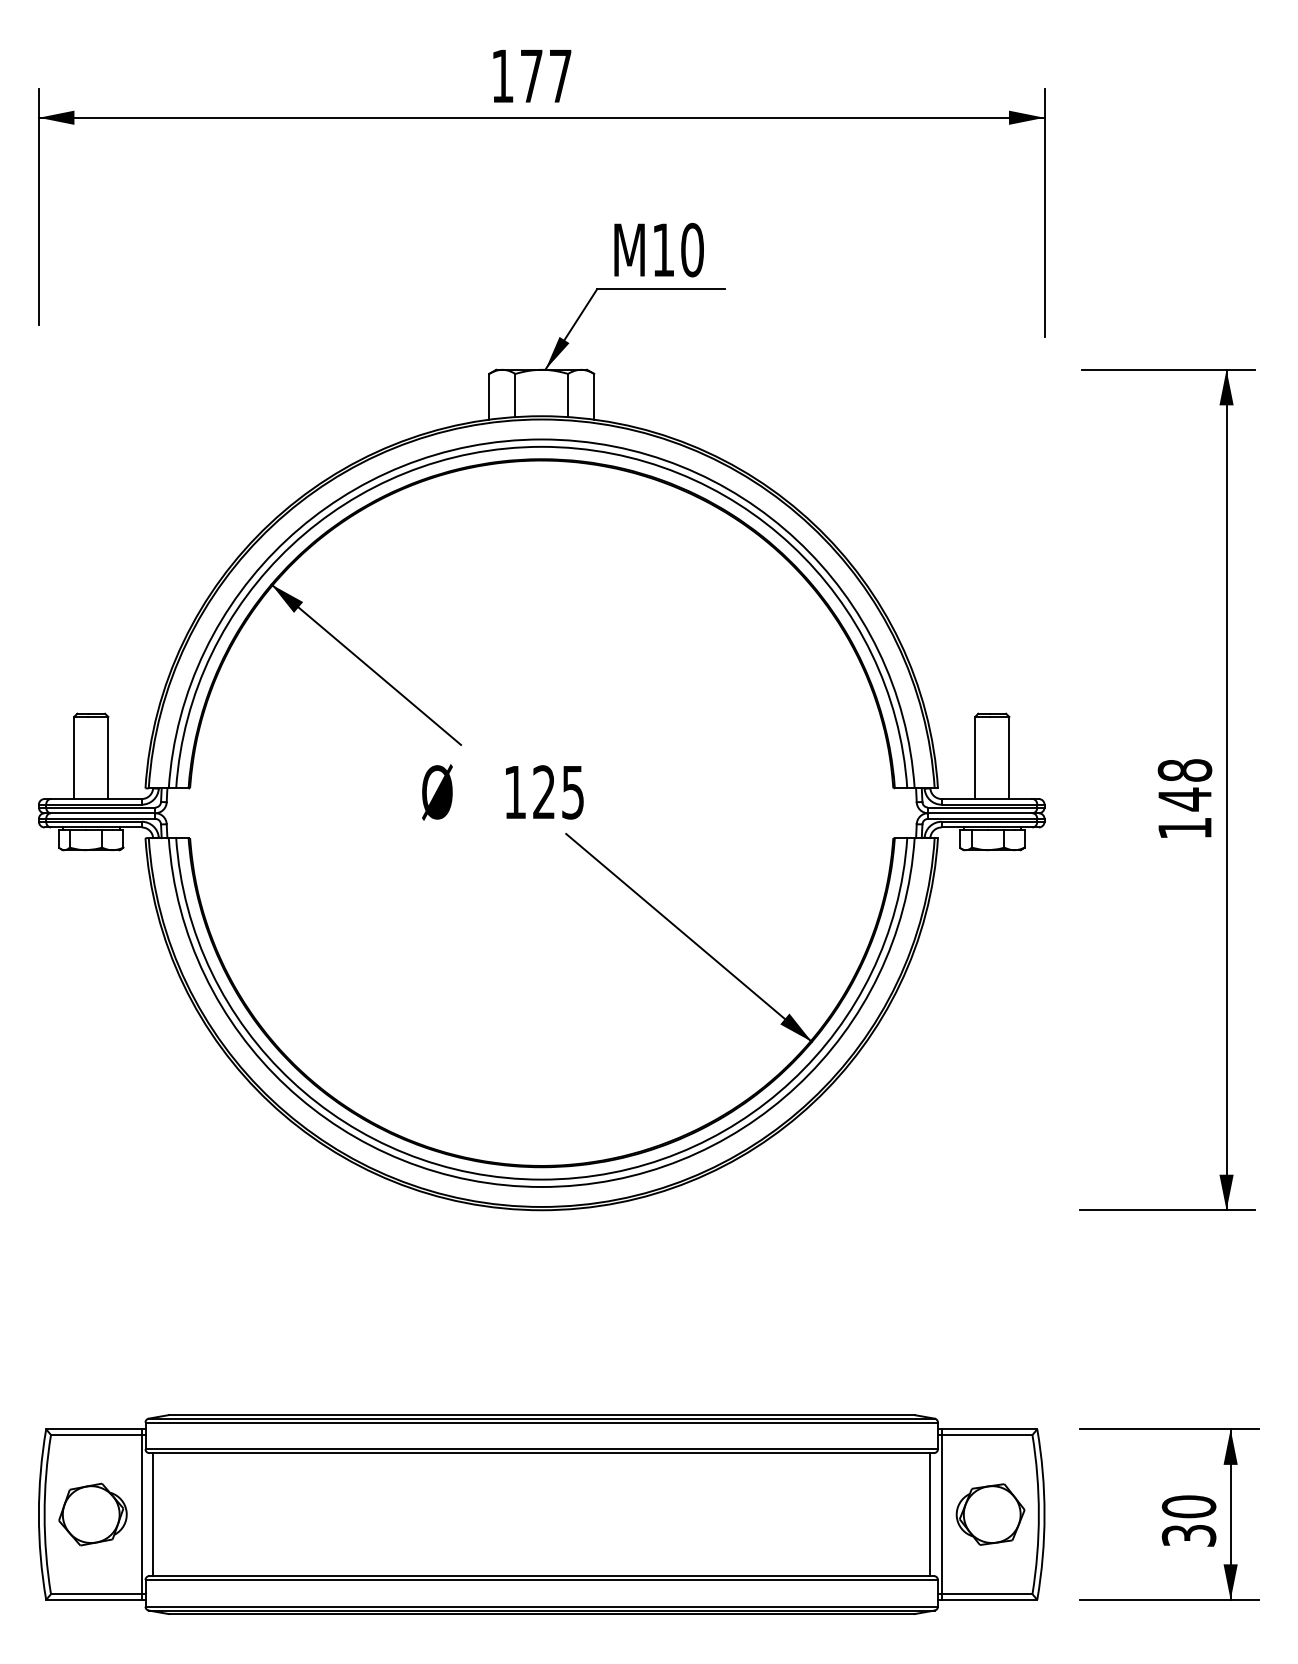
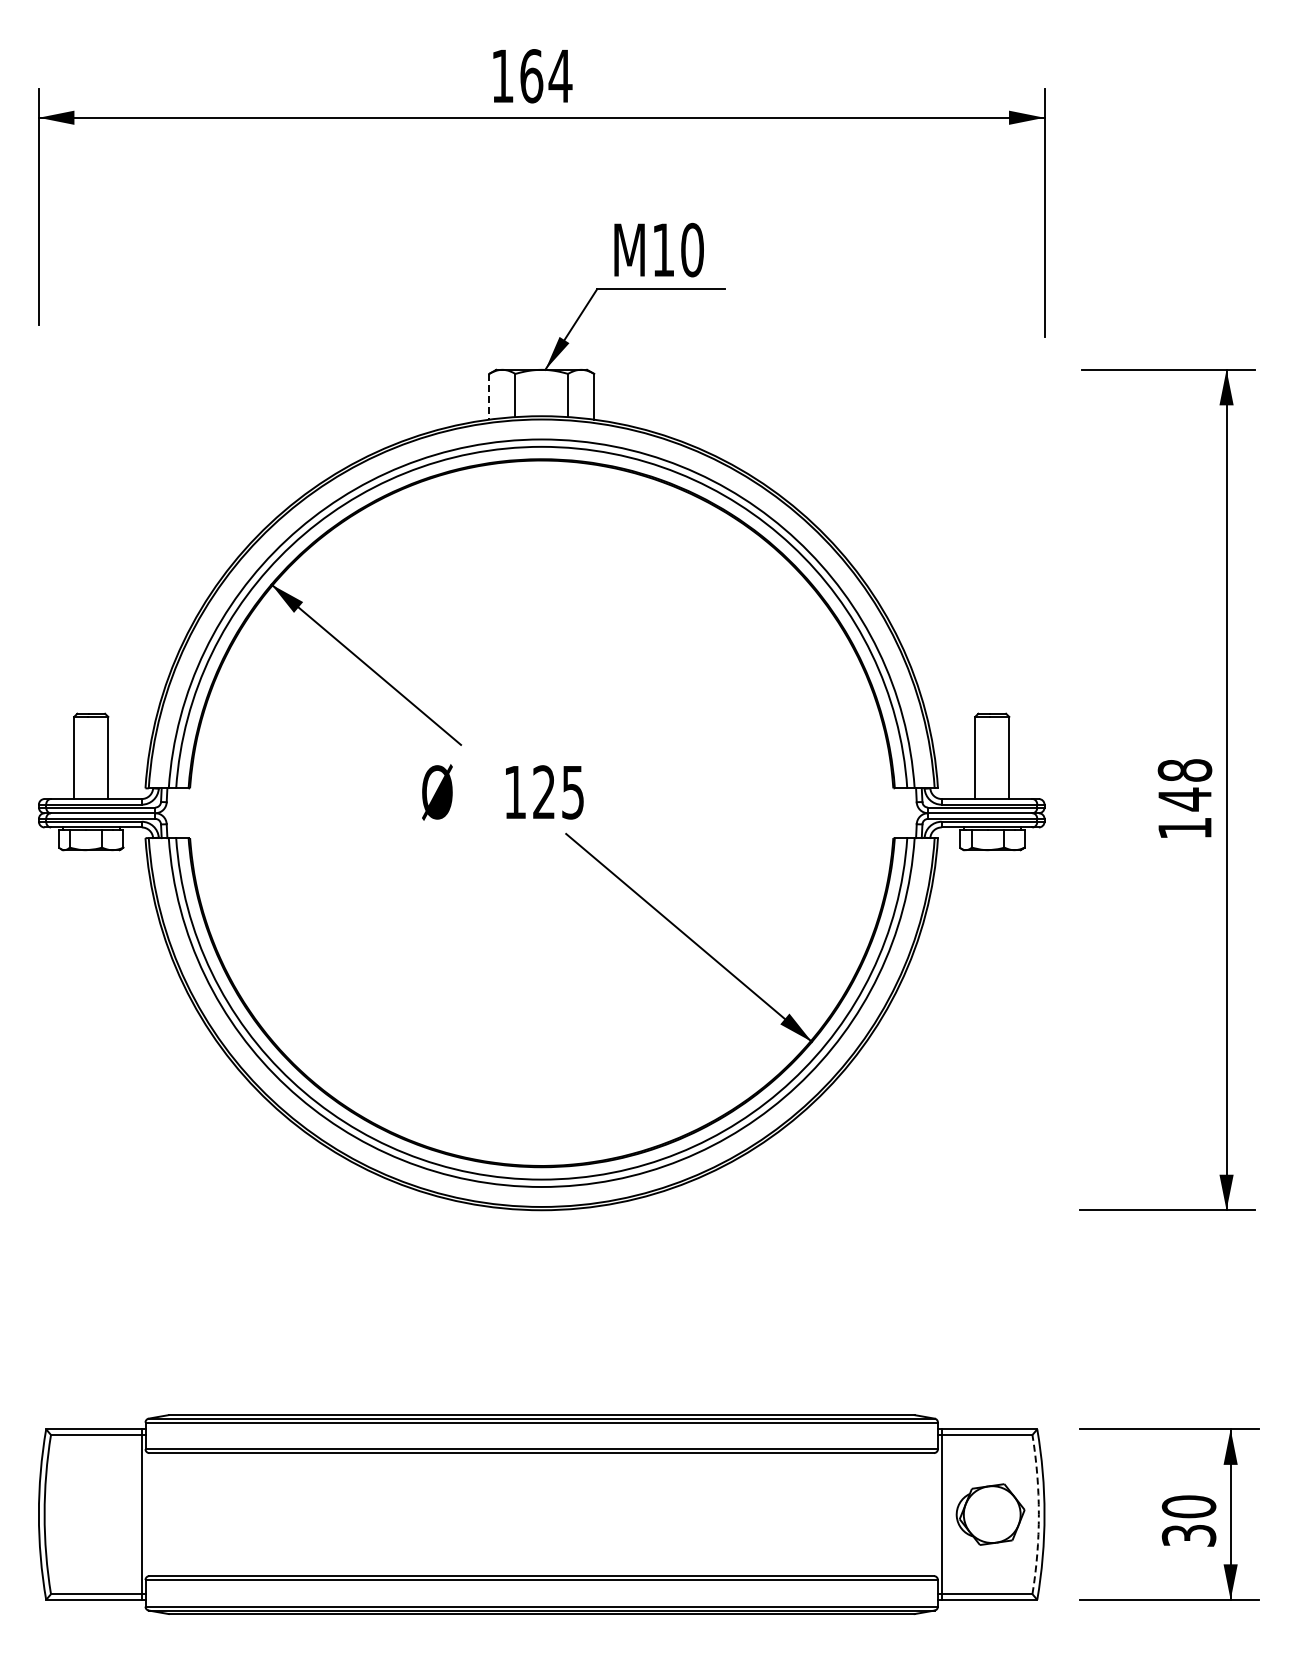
text at (546, 76): 177 -> 164
line at (489, 396): solid -> dashed
part at (92, 1514): present -> none
line at (153, 1514): present -> none
line at (930, 1514): present -> none
arc at (1038, 1514): solid -> dashed
